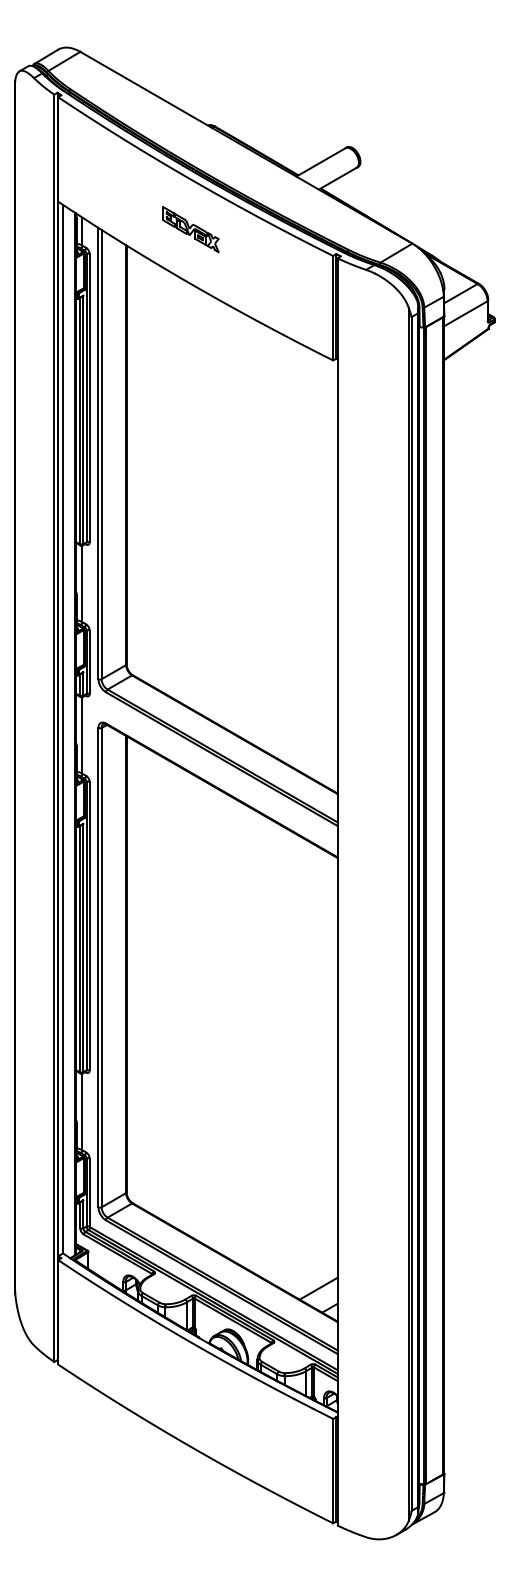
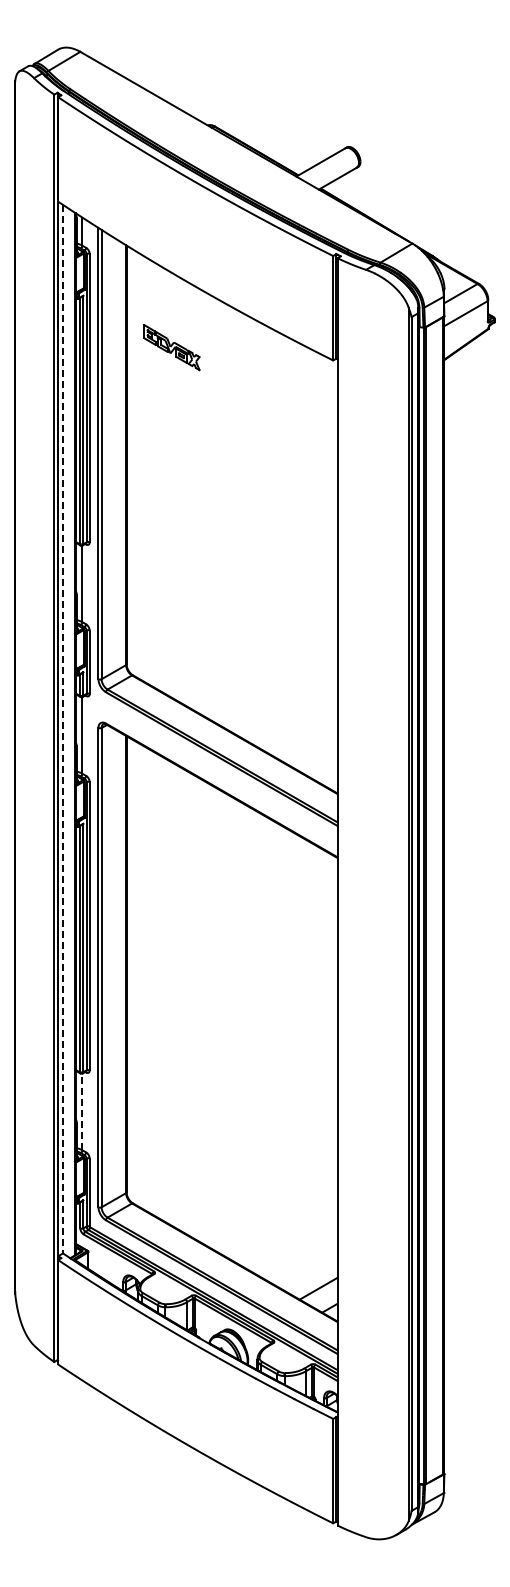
part at (190, 229) position: (190, 229) -> (171, 347)
line at (63, 729): solid -> dashed
line at (82, 1111): solid -> dashed
